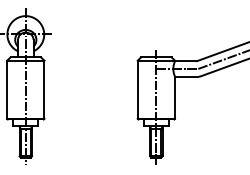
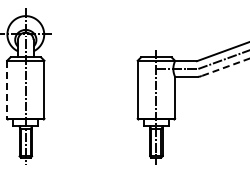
line at (225, 67): solid -> dashed
line at (7, 90): solid -> dashed
